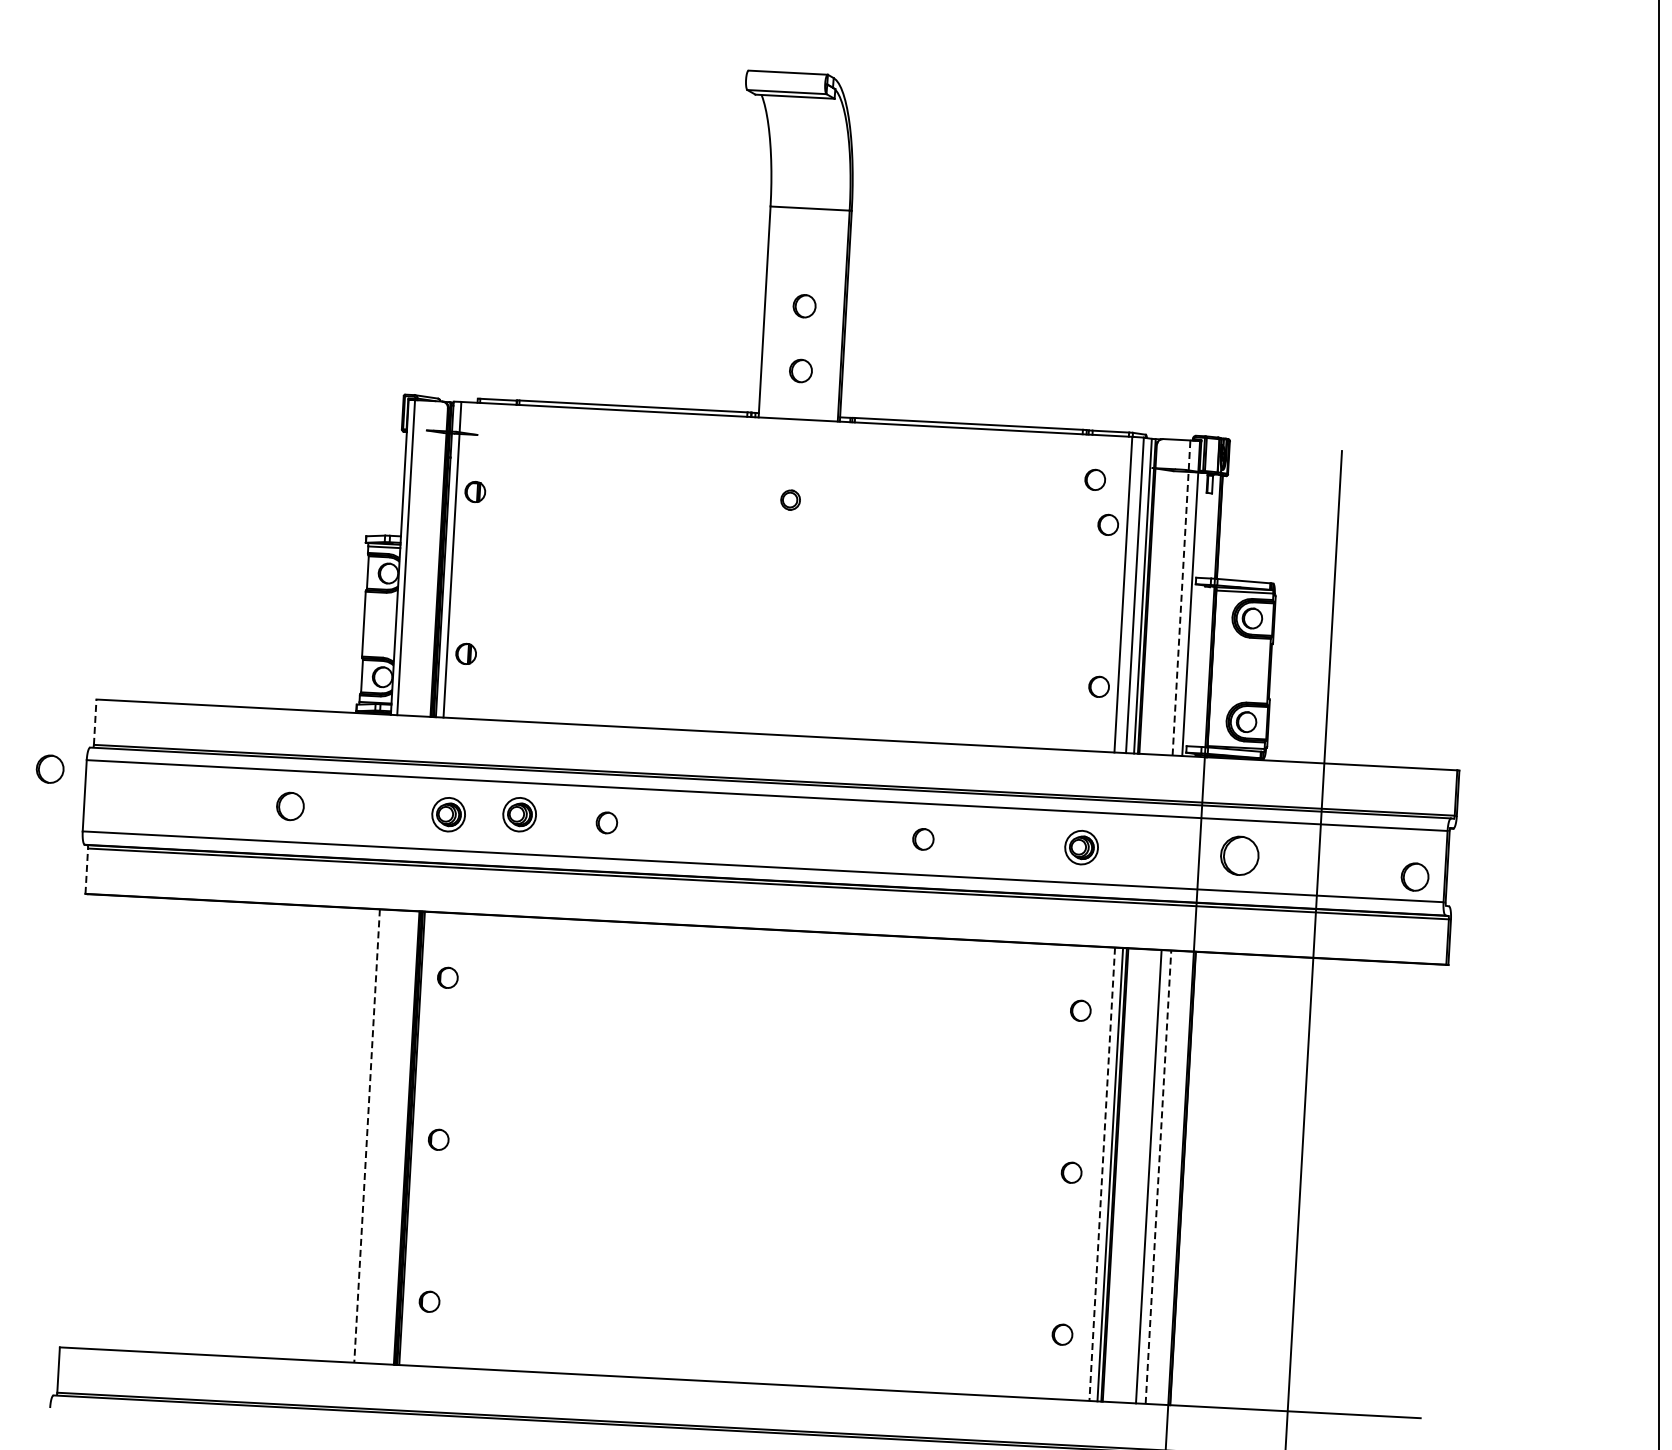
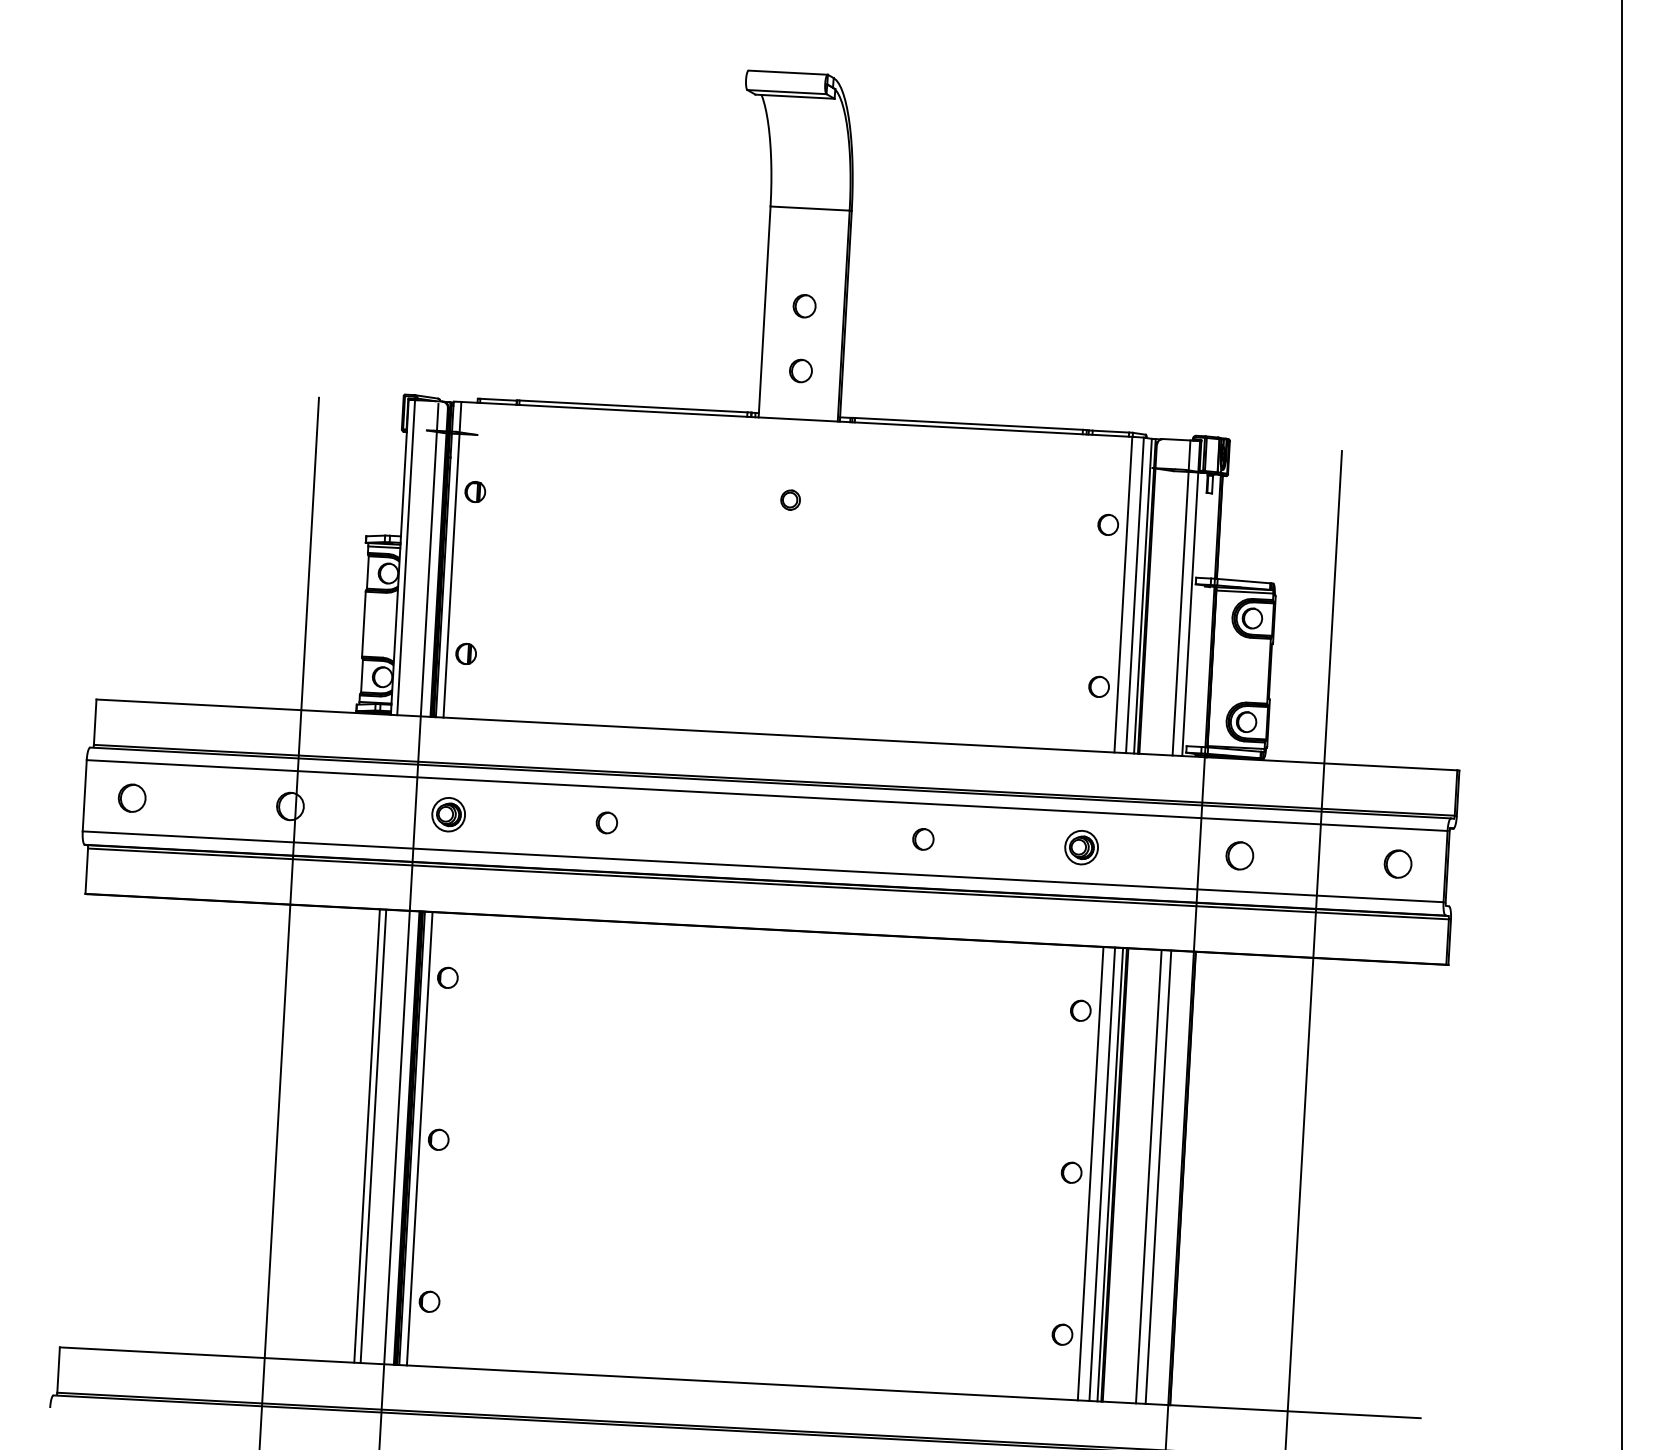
part at (1094, 479): present -> none
line at (1181, 598): dashed -> solid
line at (95, 722): dashed -> solid
line at (1658, 724) position: (1658, 724) -> (1621, 724)
part at (49, 768) position: (49, 768) -> (131, 797)
part at (519, 814): present -> none
part at (1239, 855) size: 40x41 px -> 30x30 px
line at (86, 871): dashed -> solid
part at (1414, 876) position: (1414, 876) -> (1397, 863)
line at (289, 921): none -> present
line at (408, 925): none -> present
line at (367, 1136): dashed -> solid
line at (373, 1136): none -> present
line at (419, 1138): none -> present
line at (1090, 1173): none -> present
line at (1102, 1174): dashed -> solid
line at (1158, 1176): dashed -> solid
